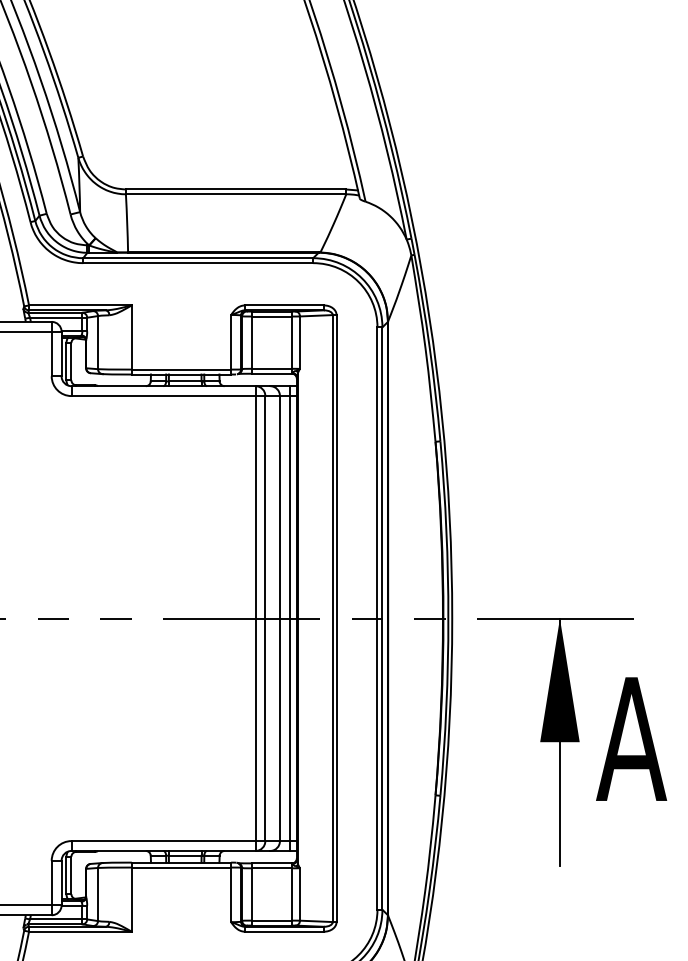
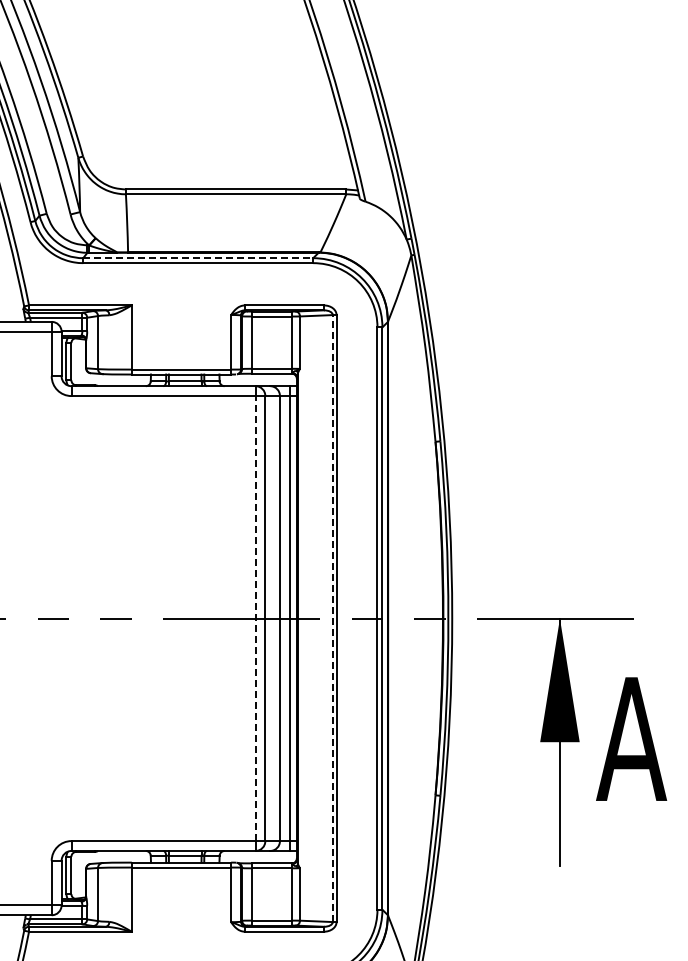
line at (198, 258): solid -> dashed
line at (255, 618): solid -> dashed
line at (332, 618): solid -> dashed
